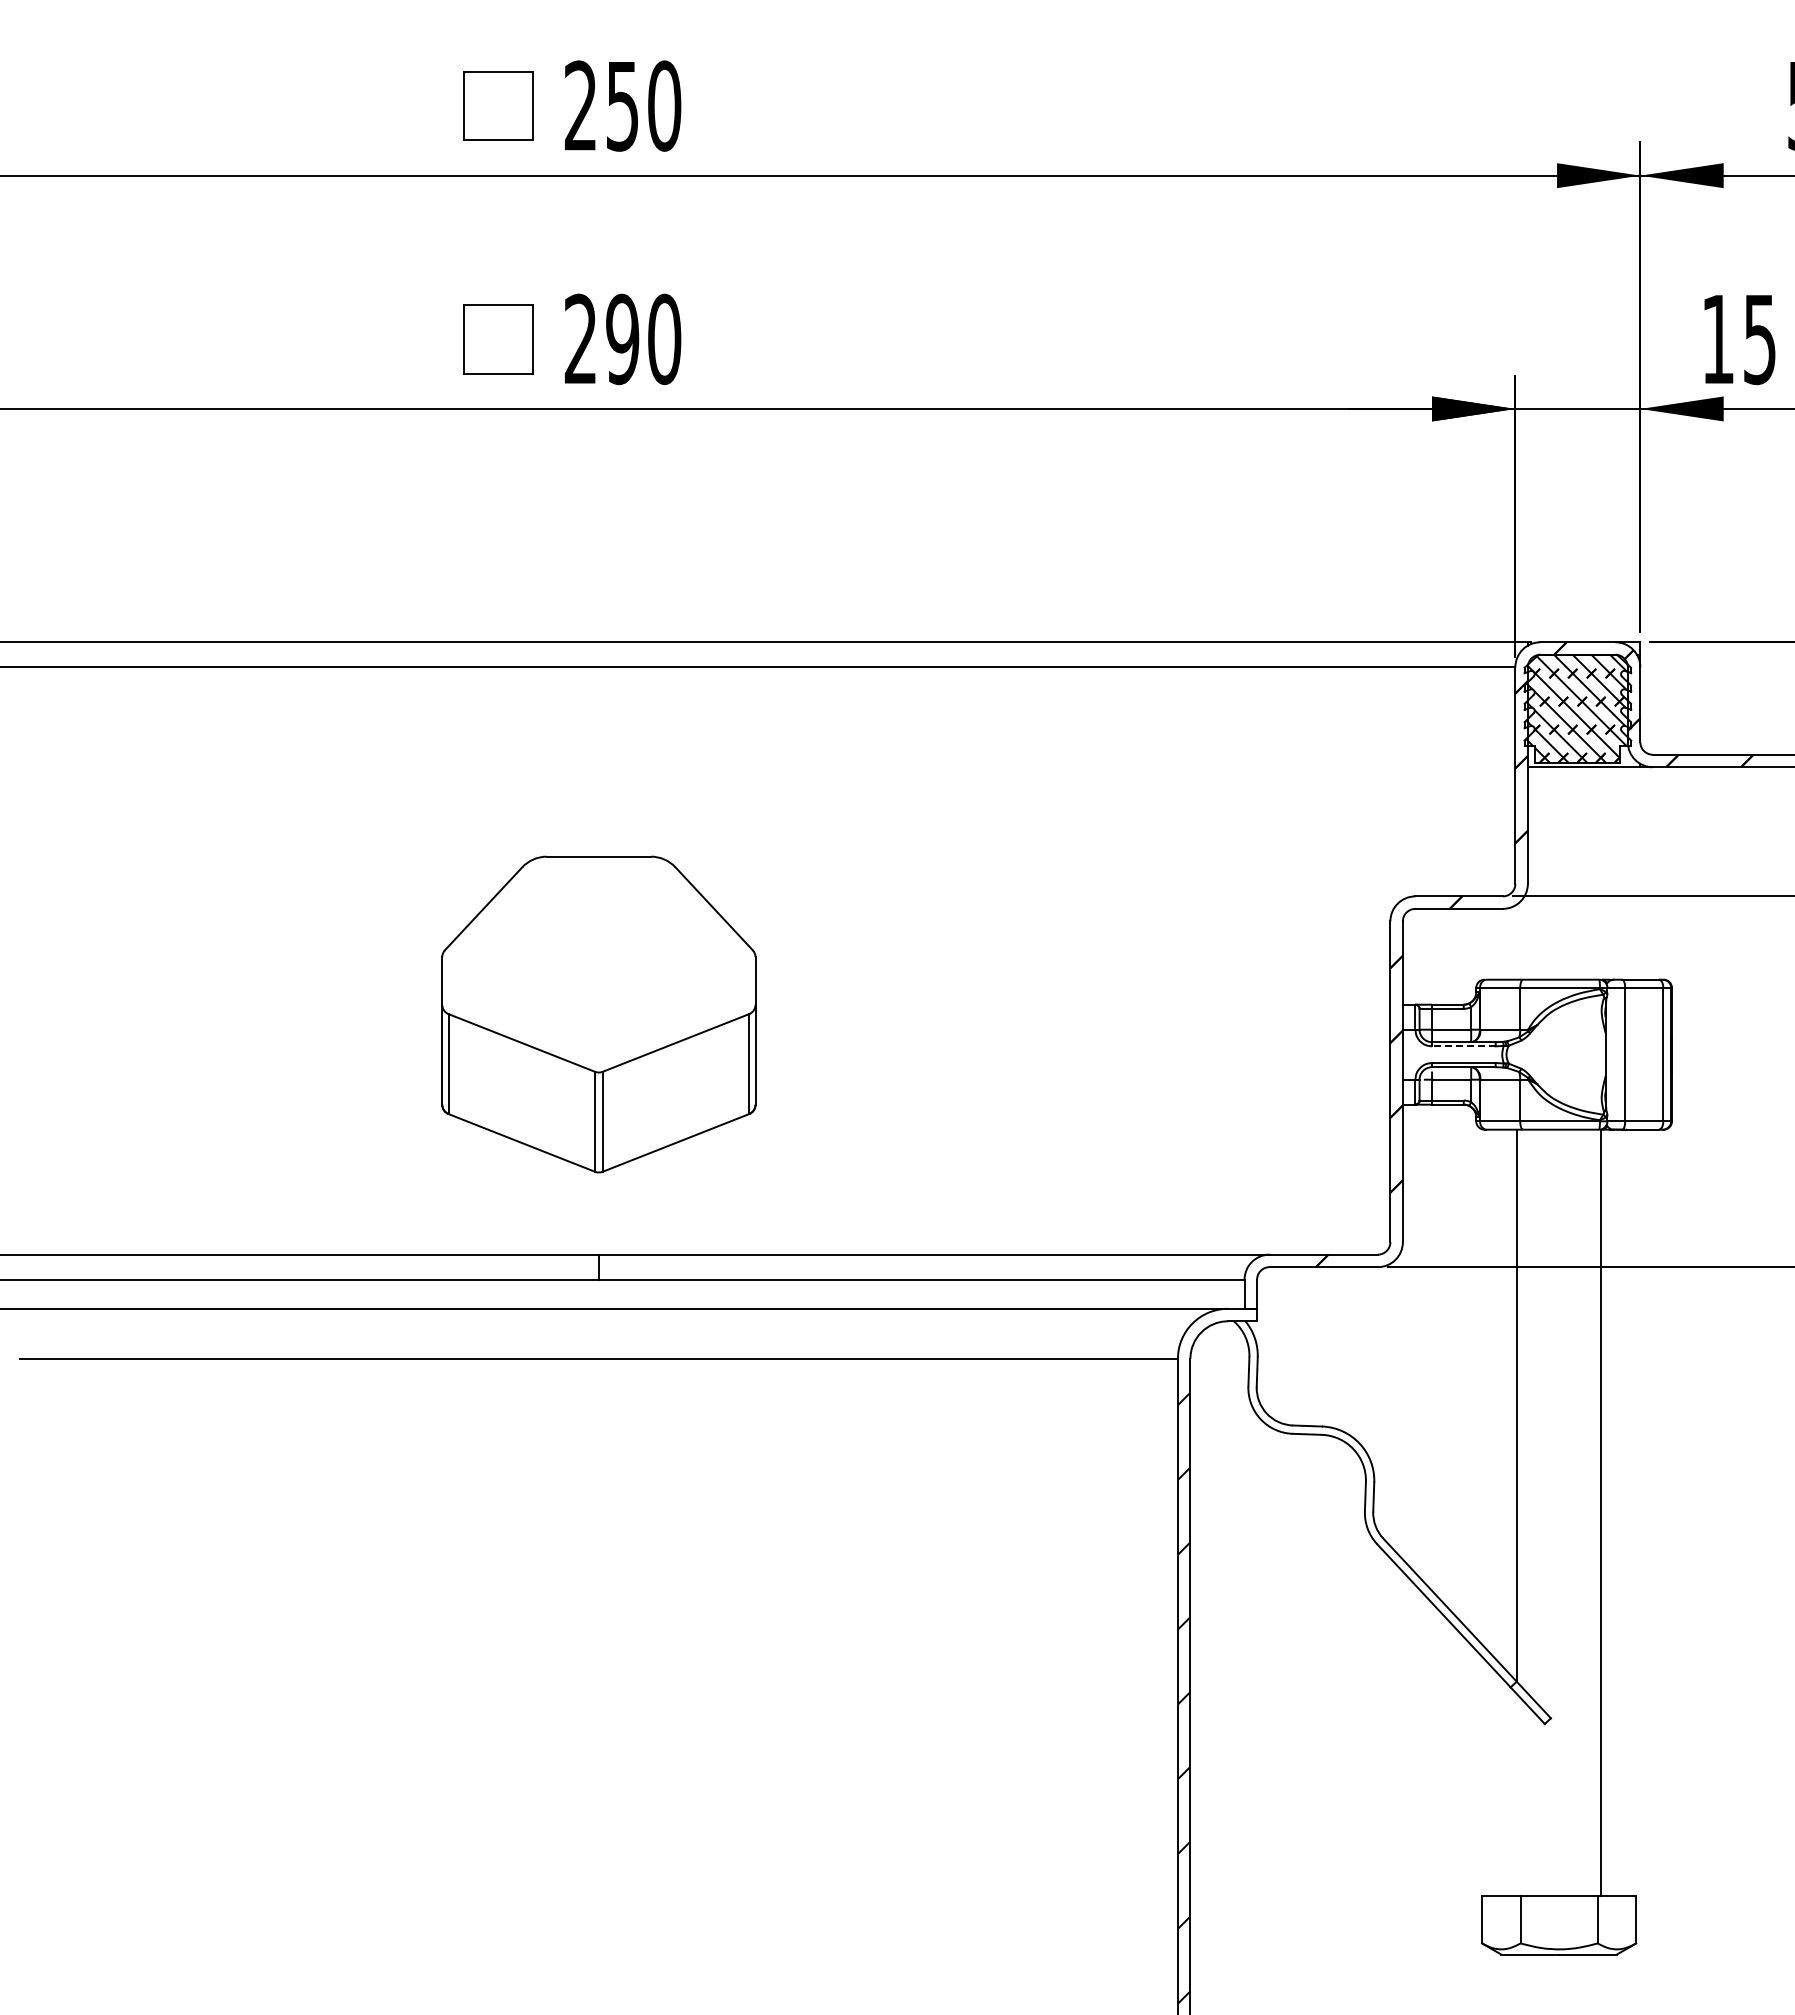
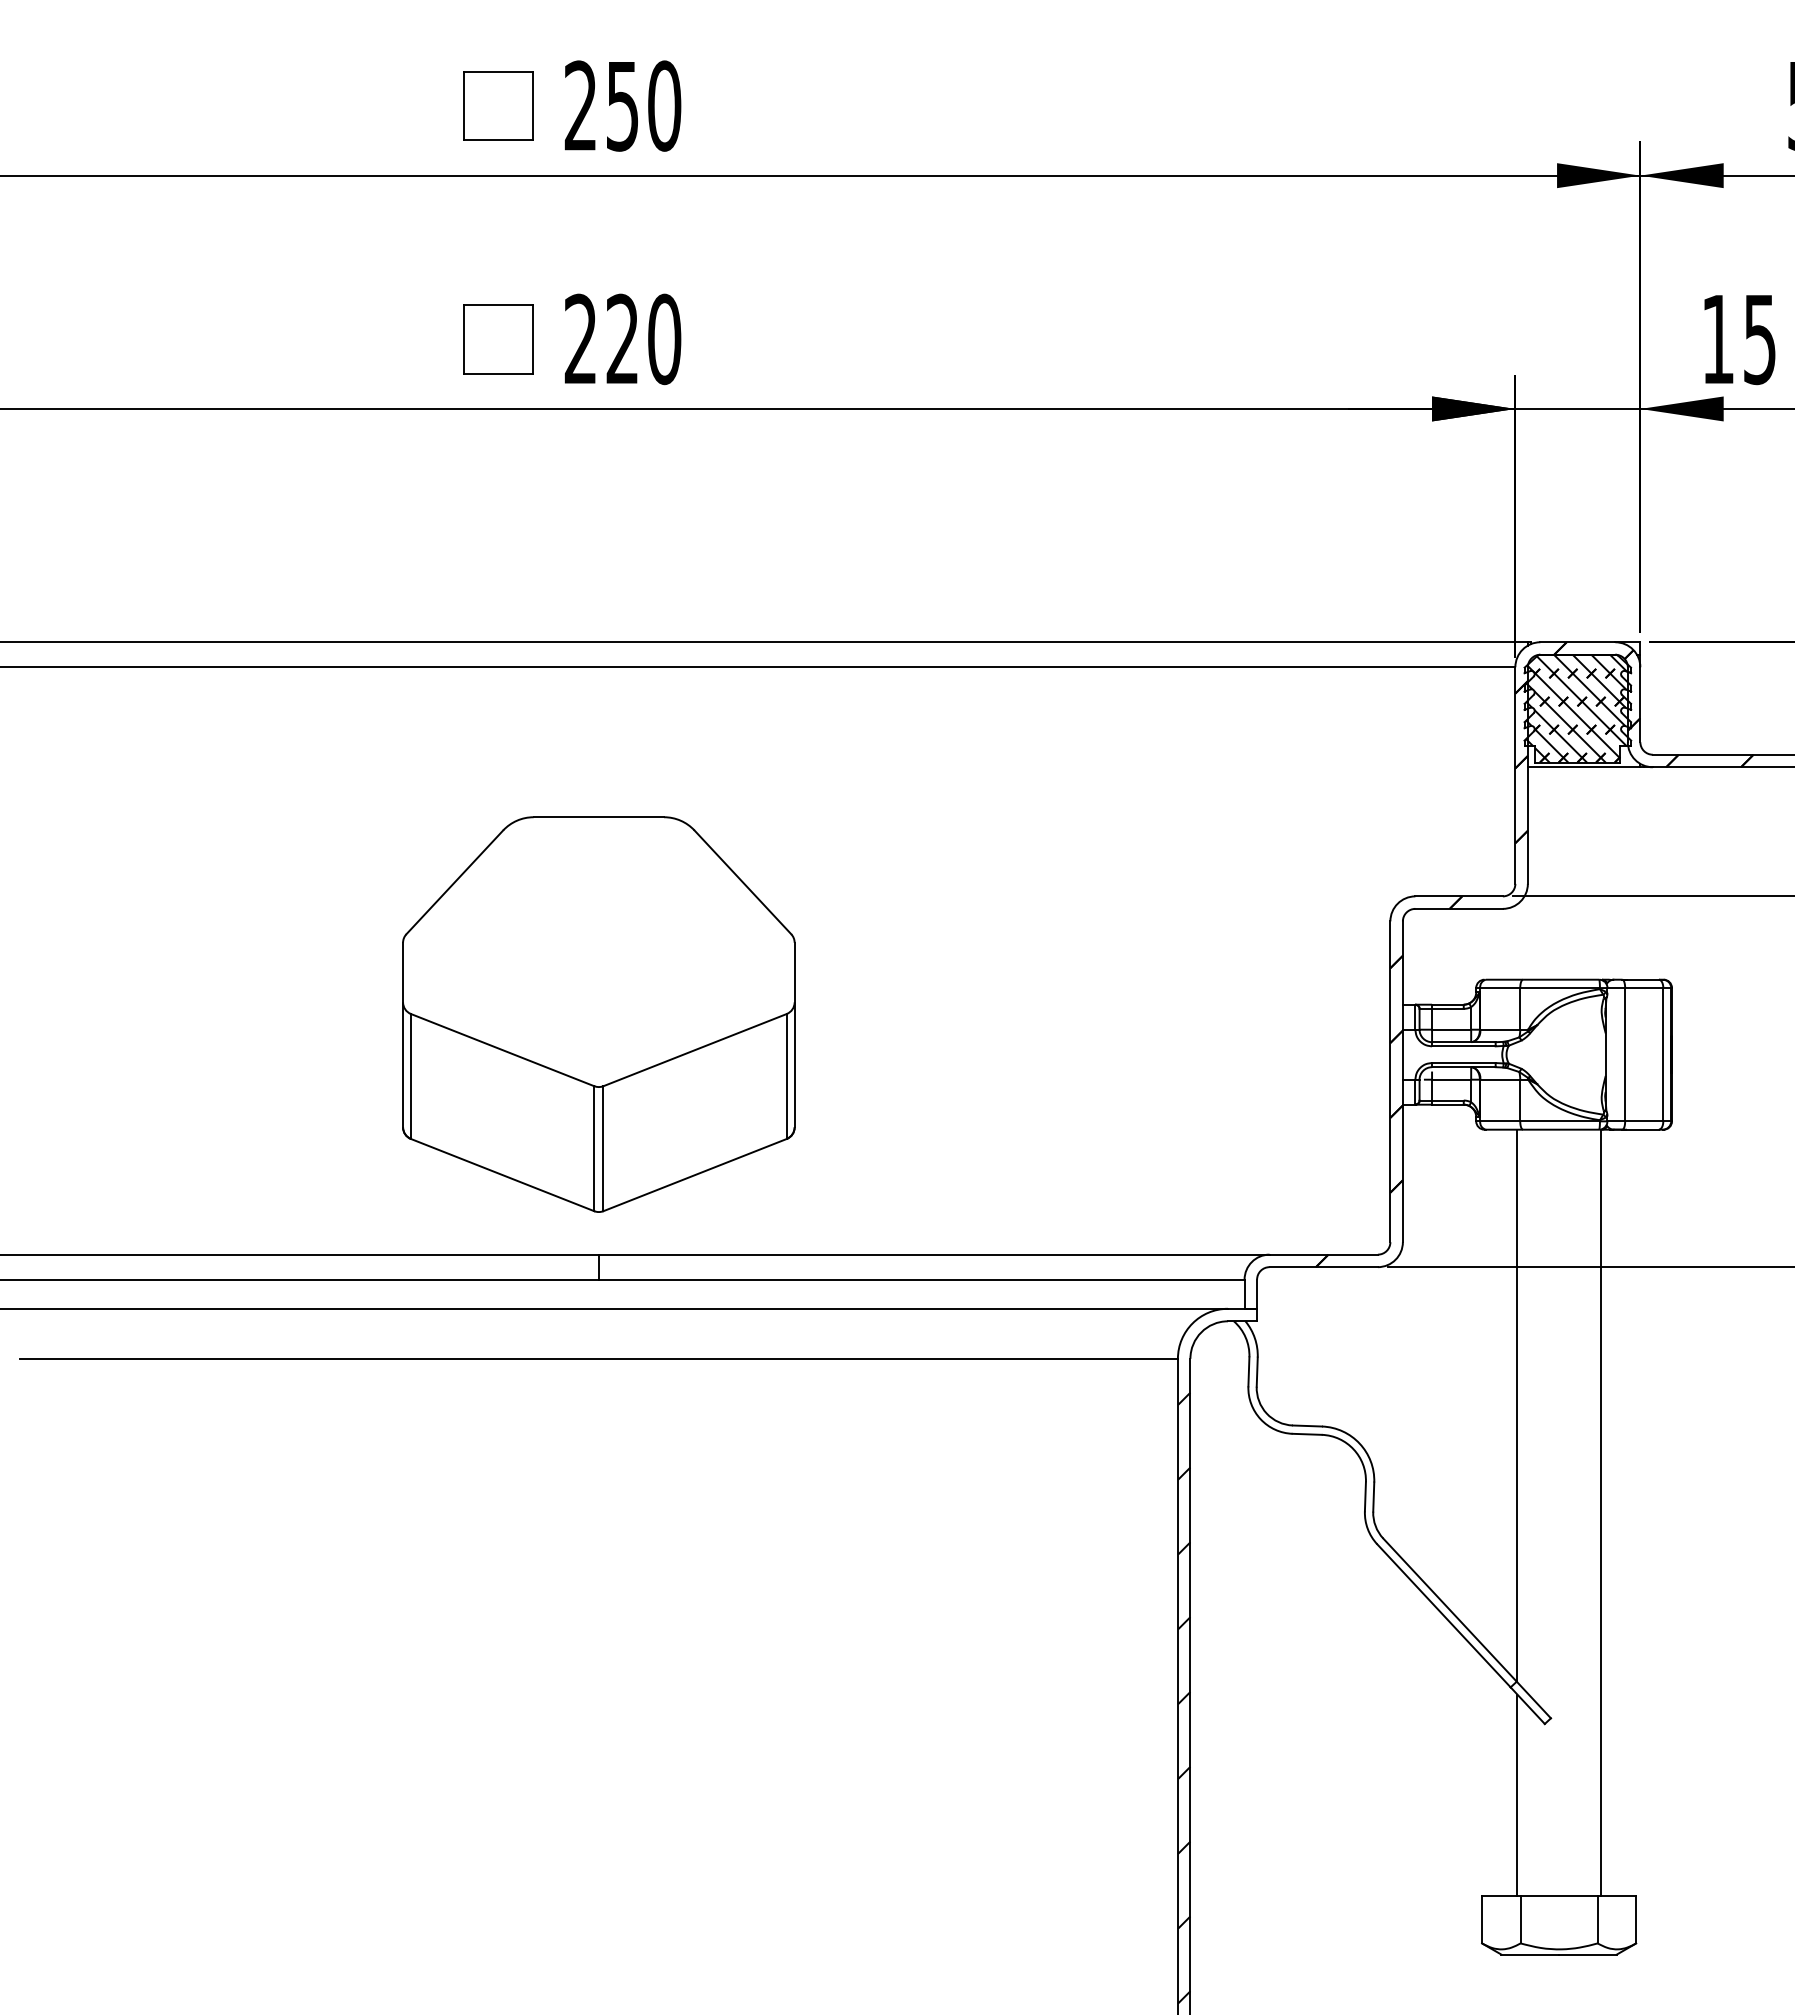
text at (622, 339): 290 -> 220
part at (598, 1014) size: 316x319 px -> 394x397 px
line at (1463, 1046): dashed -> solid
line at (1517, 1795): none -> present
